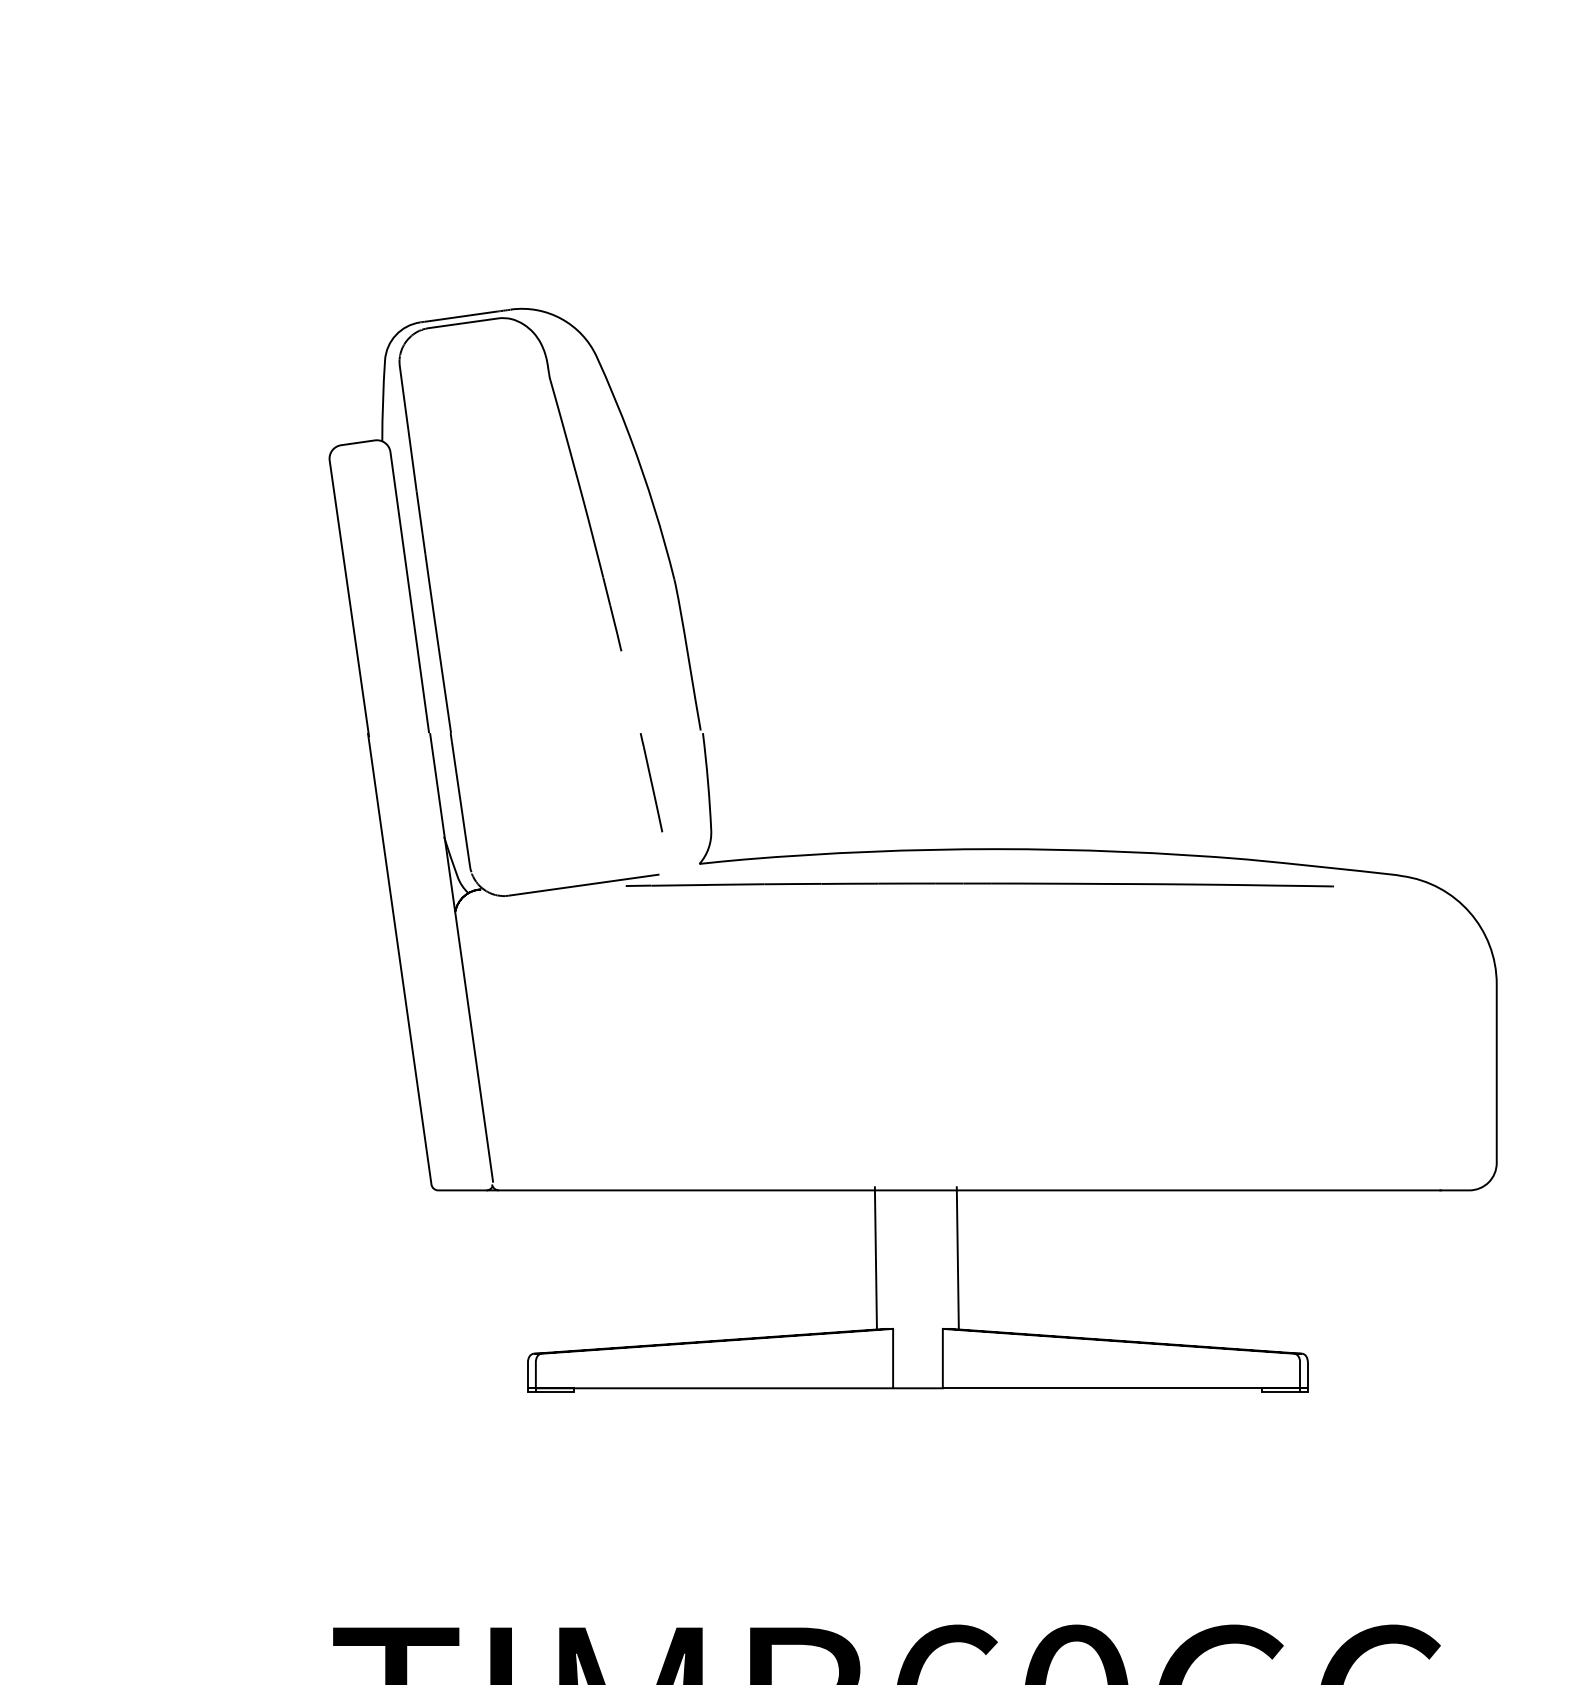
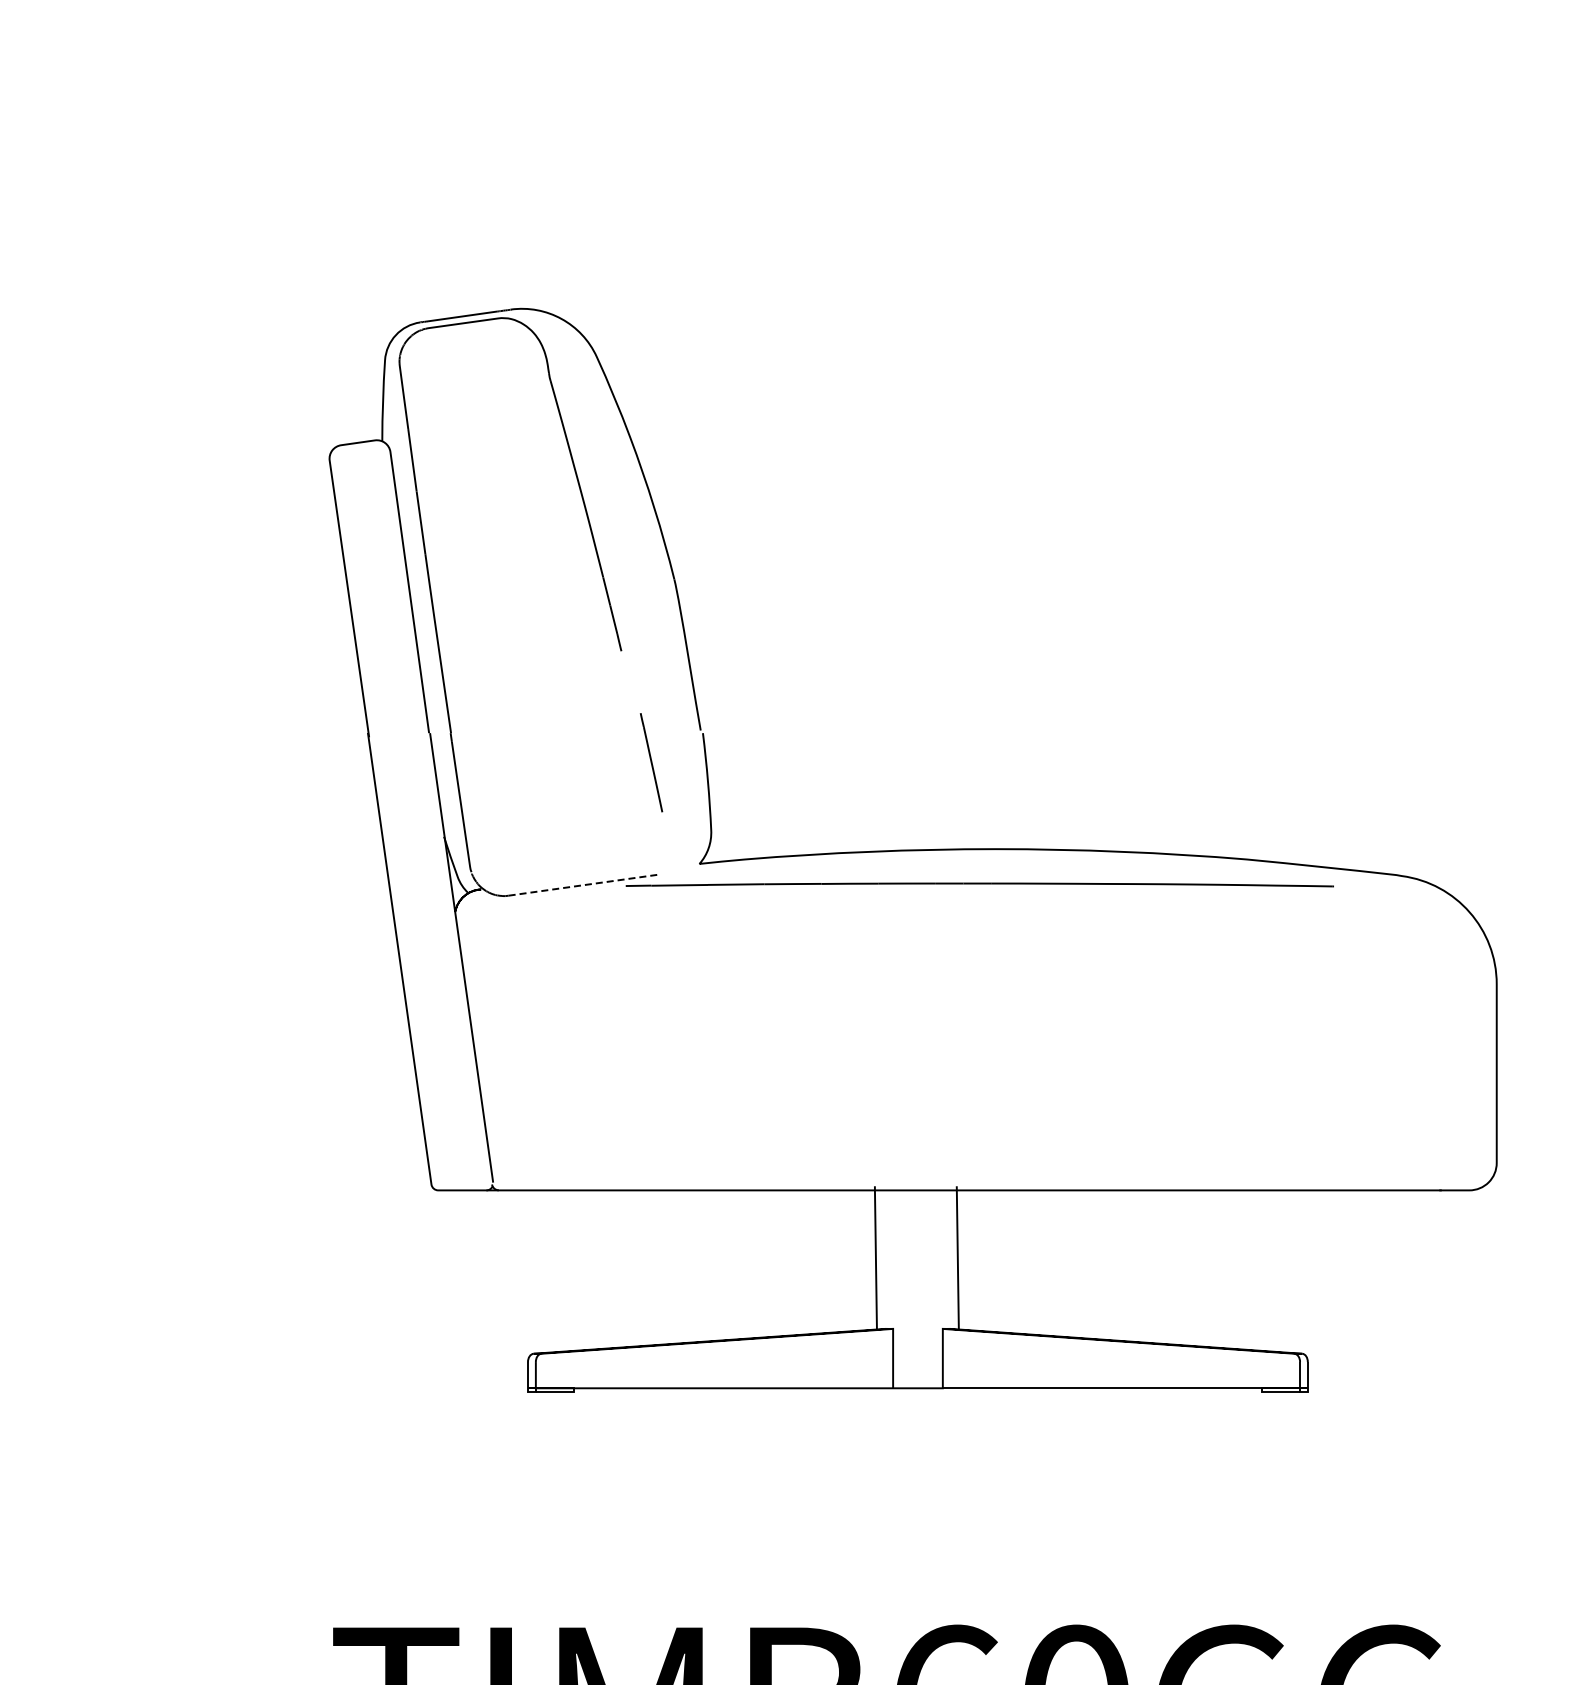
line at (651, 782) position: (651, 782) -> (651, 762)
line at (584, 885): solid -> dashed
